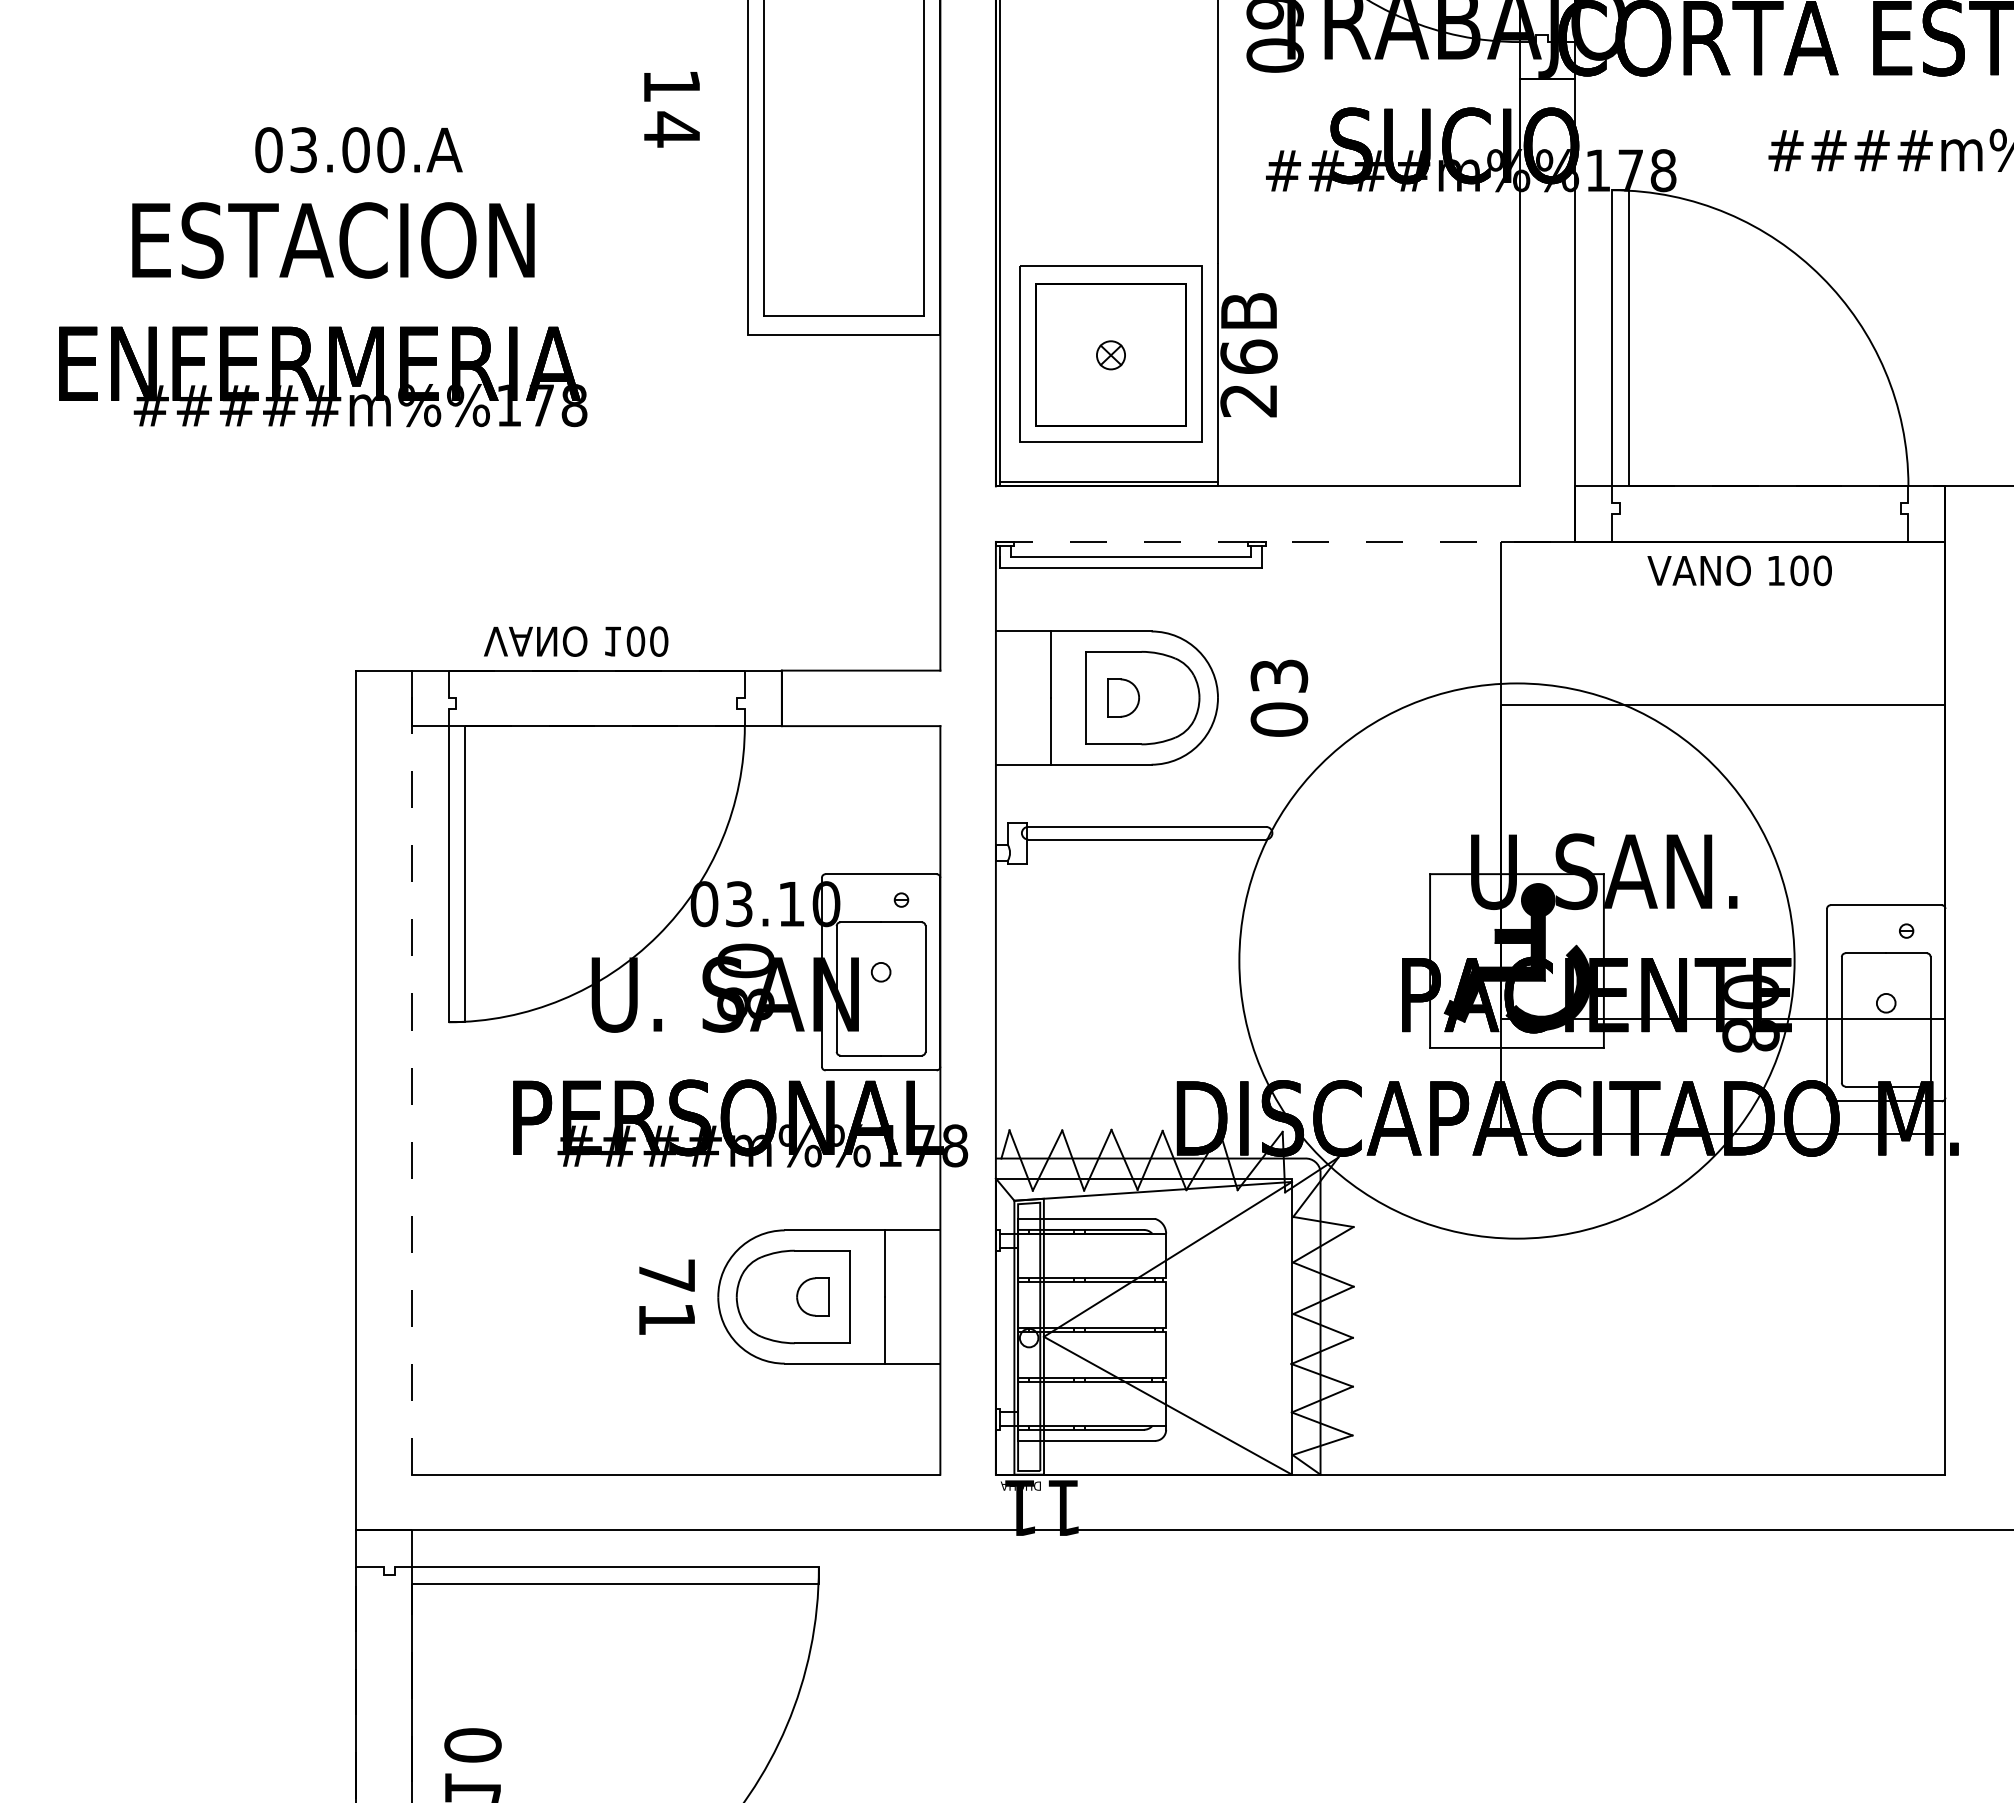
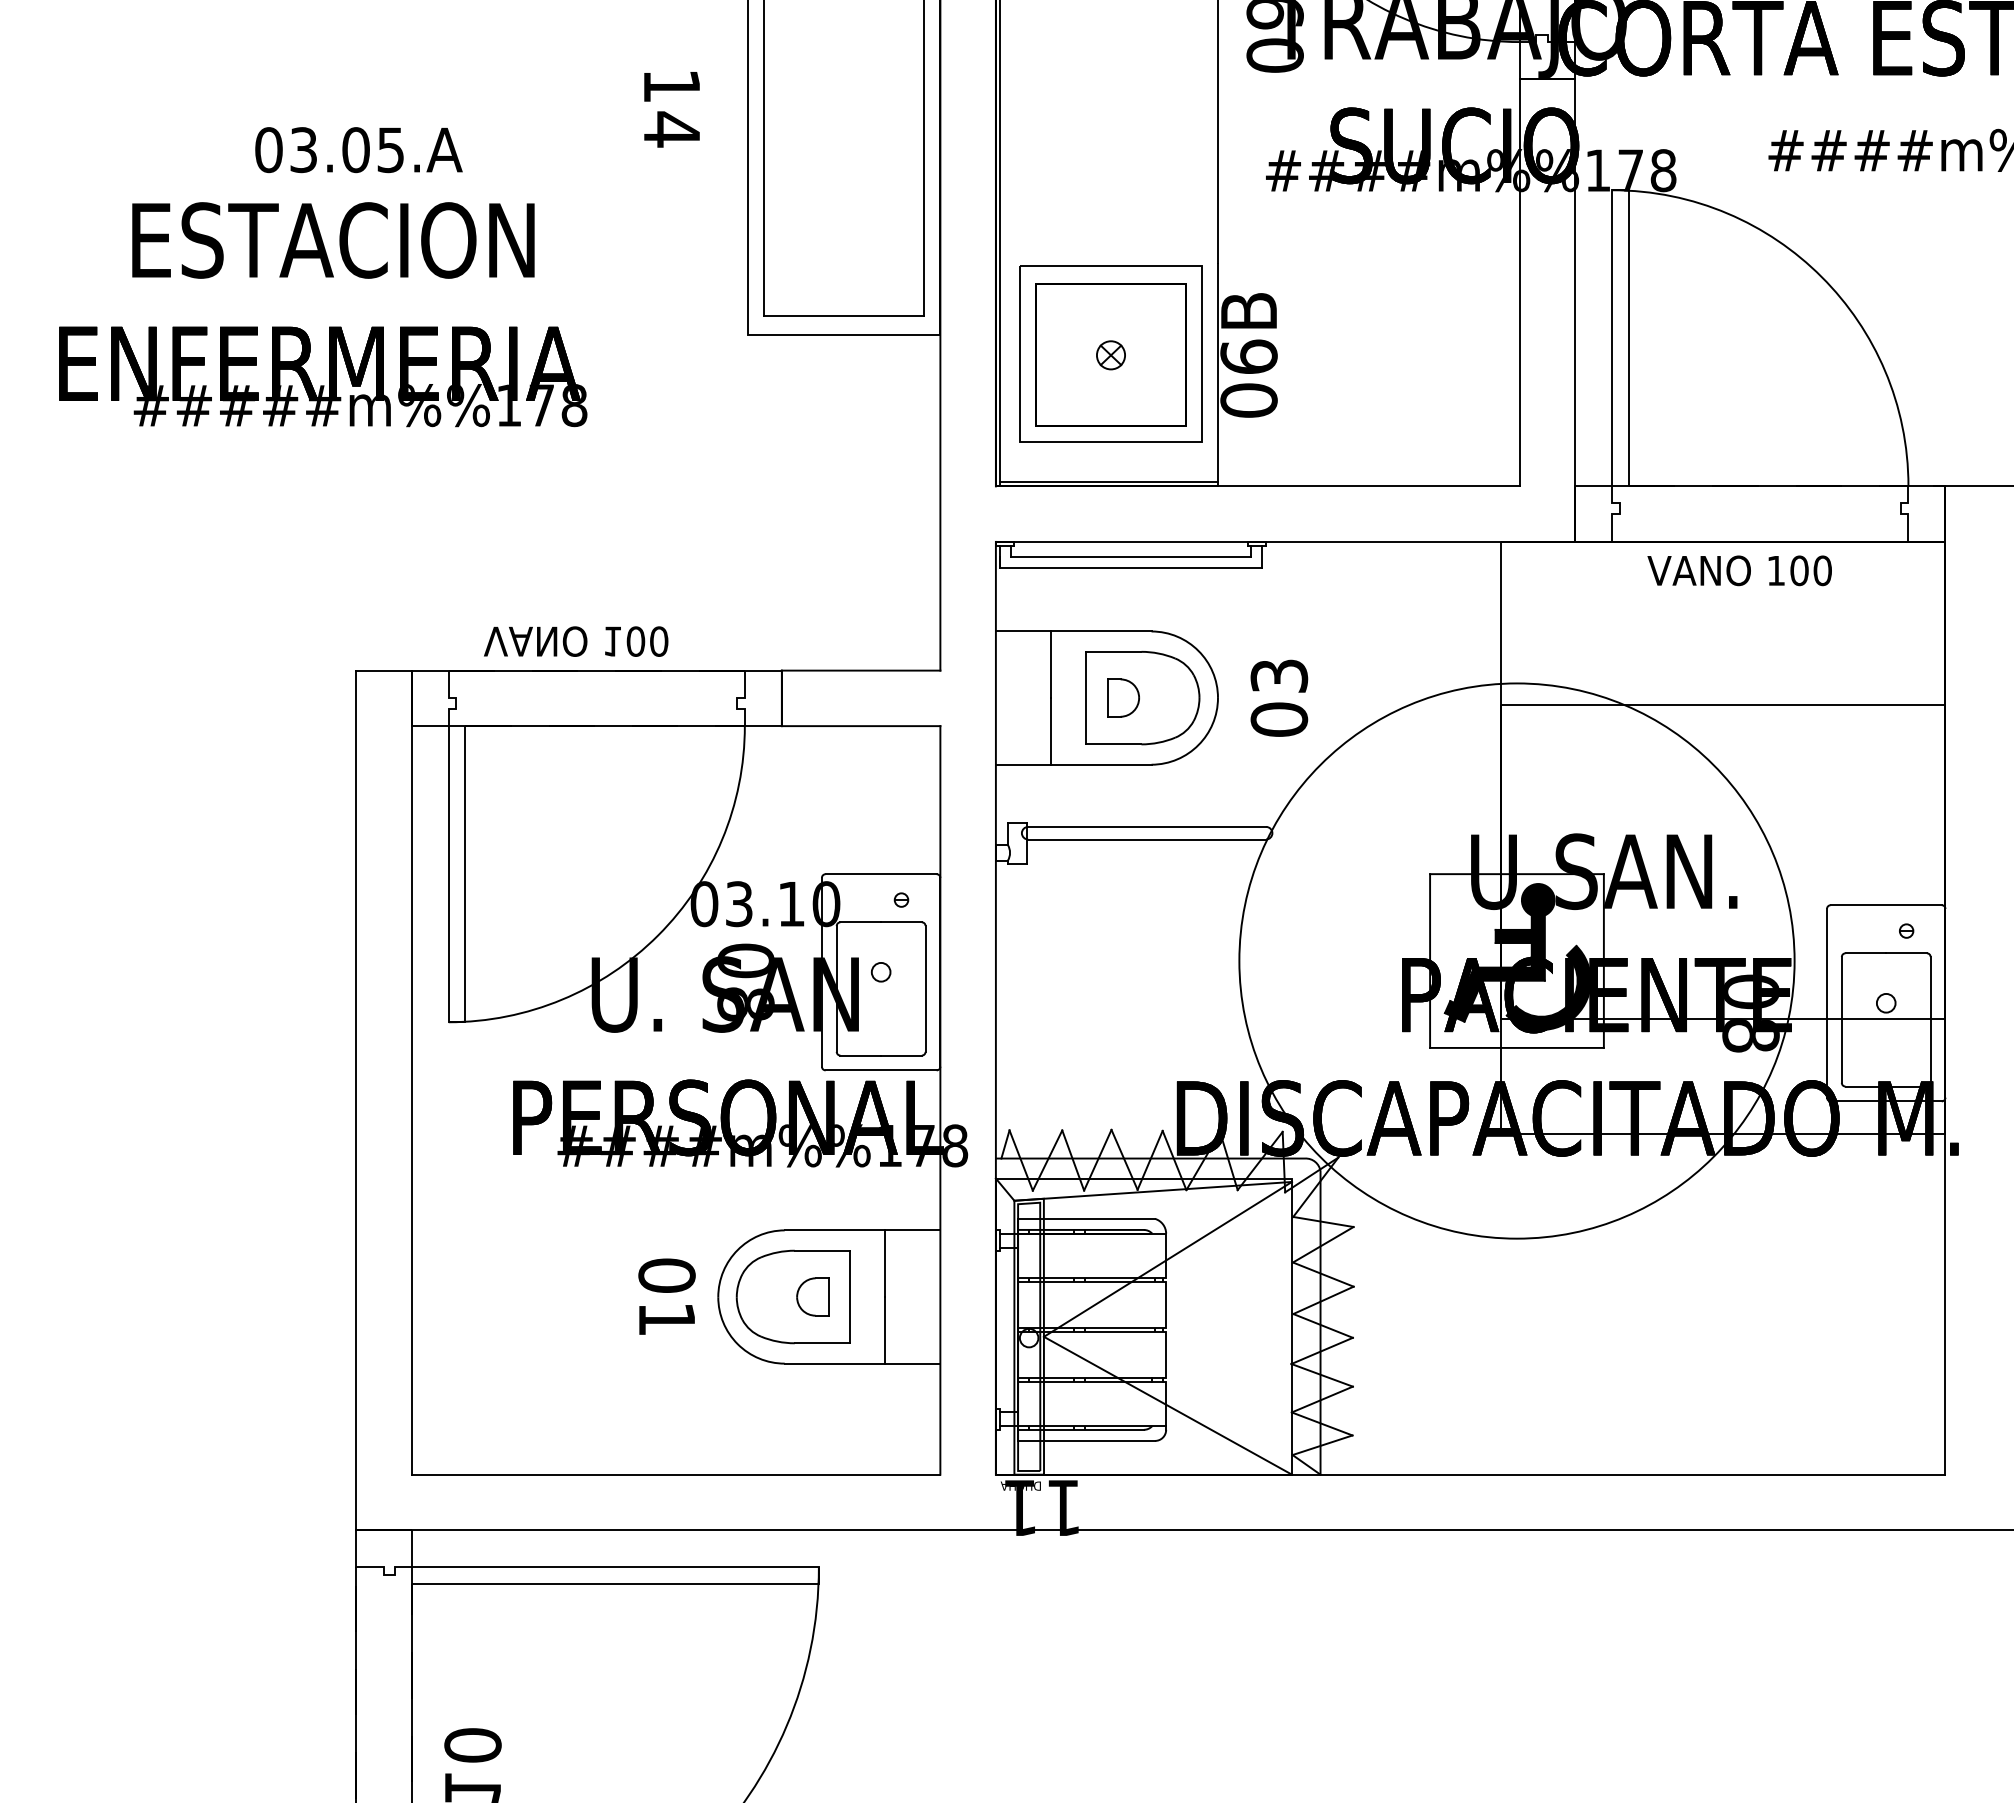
text at (390, 150): 03.00.A -> 03.05.A
text at (1248, 400): 26B -> 06B
line at (1285, 541): dashed -> solid
line at (411, 1072): dashed -> solid
text at (666, 1275): 71 -> 01
